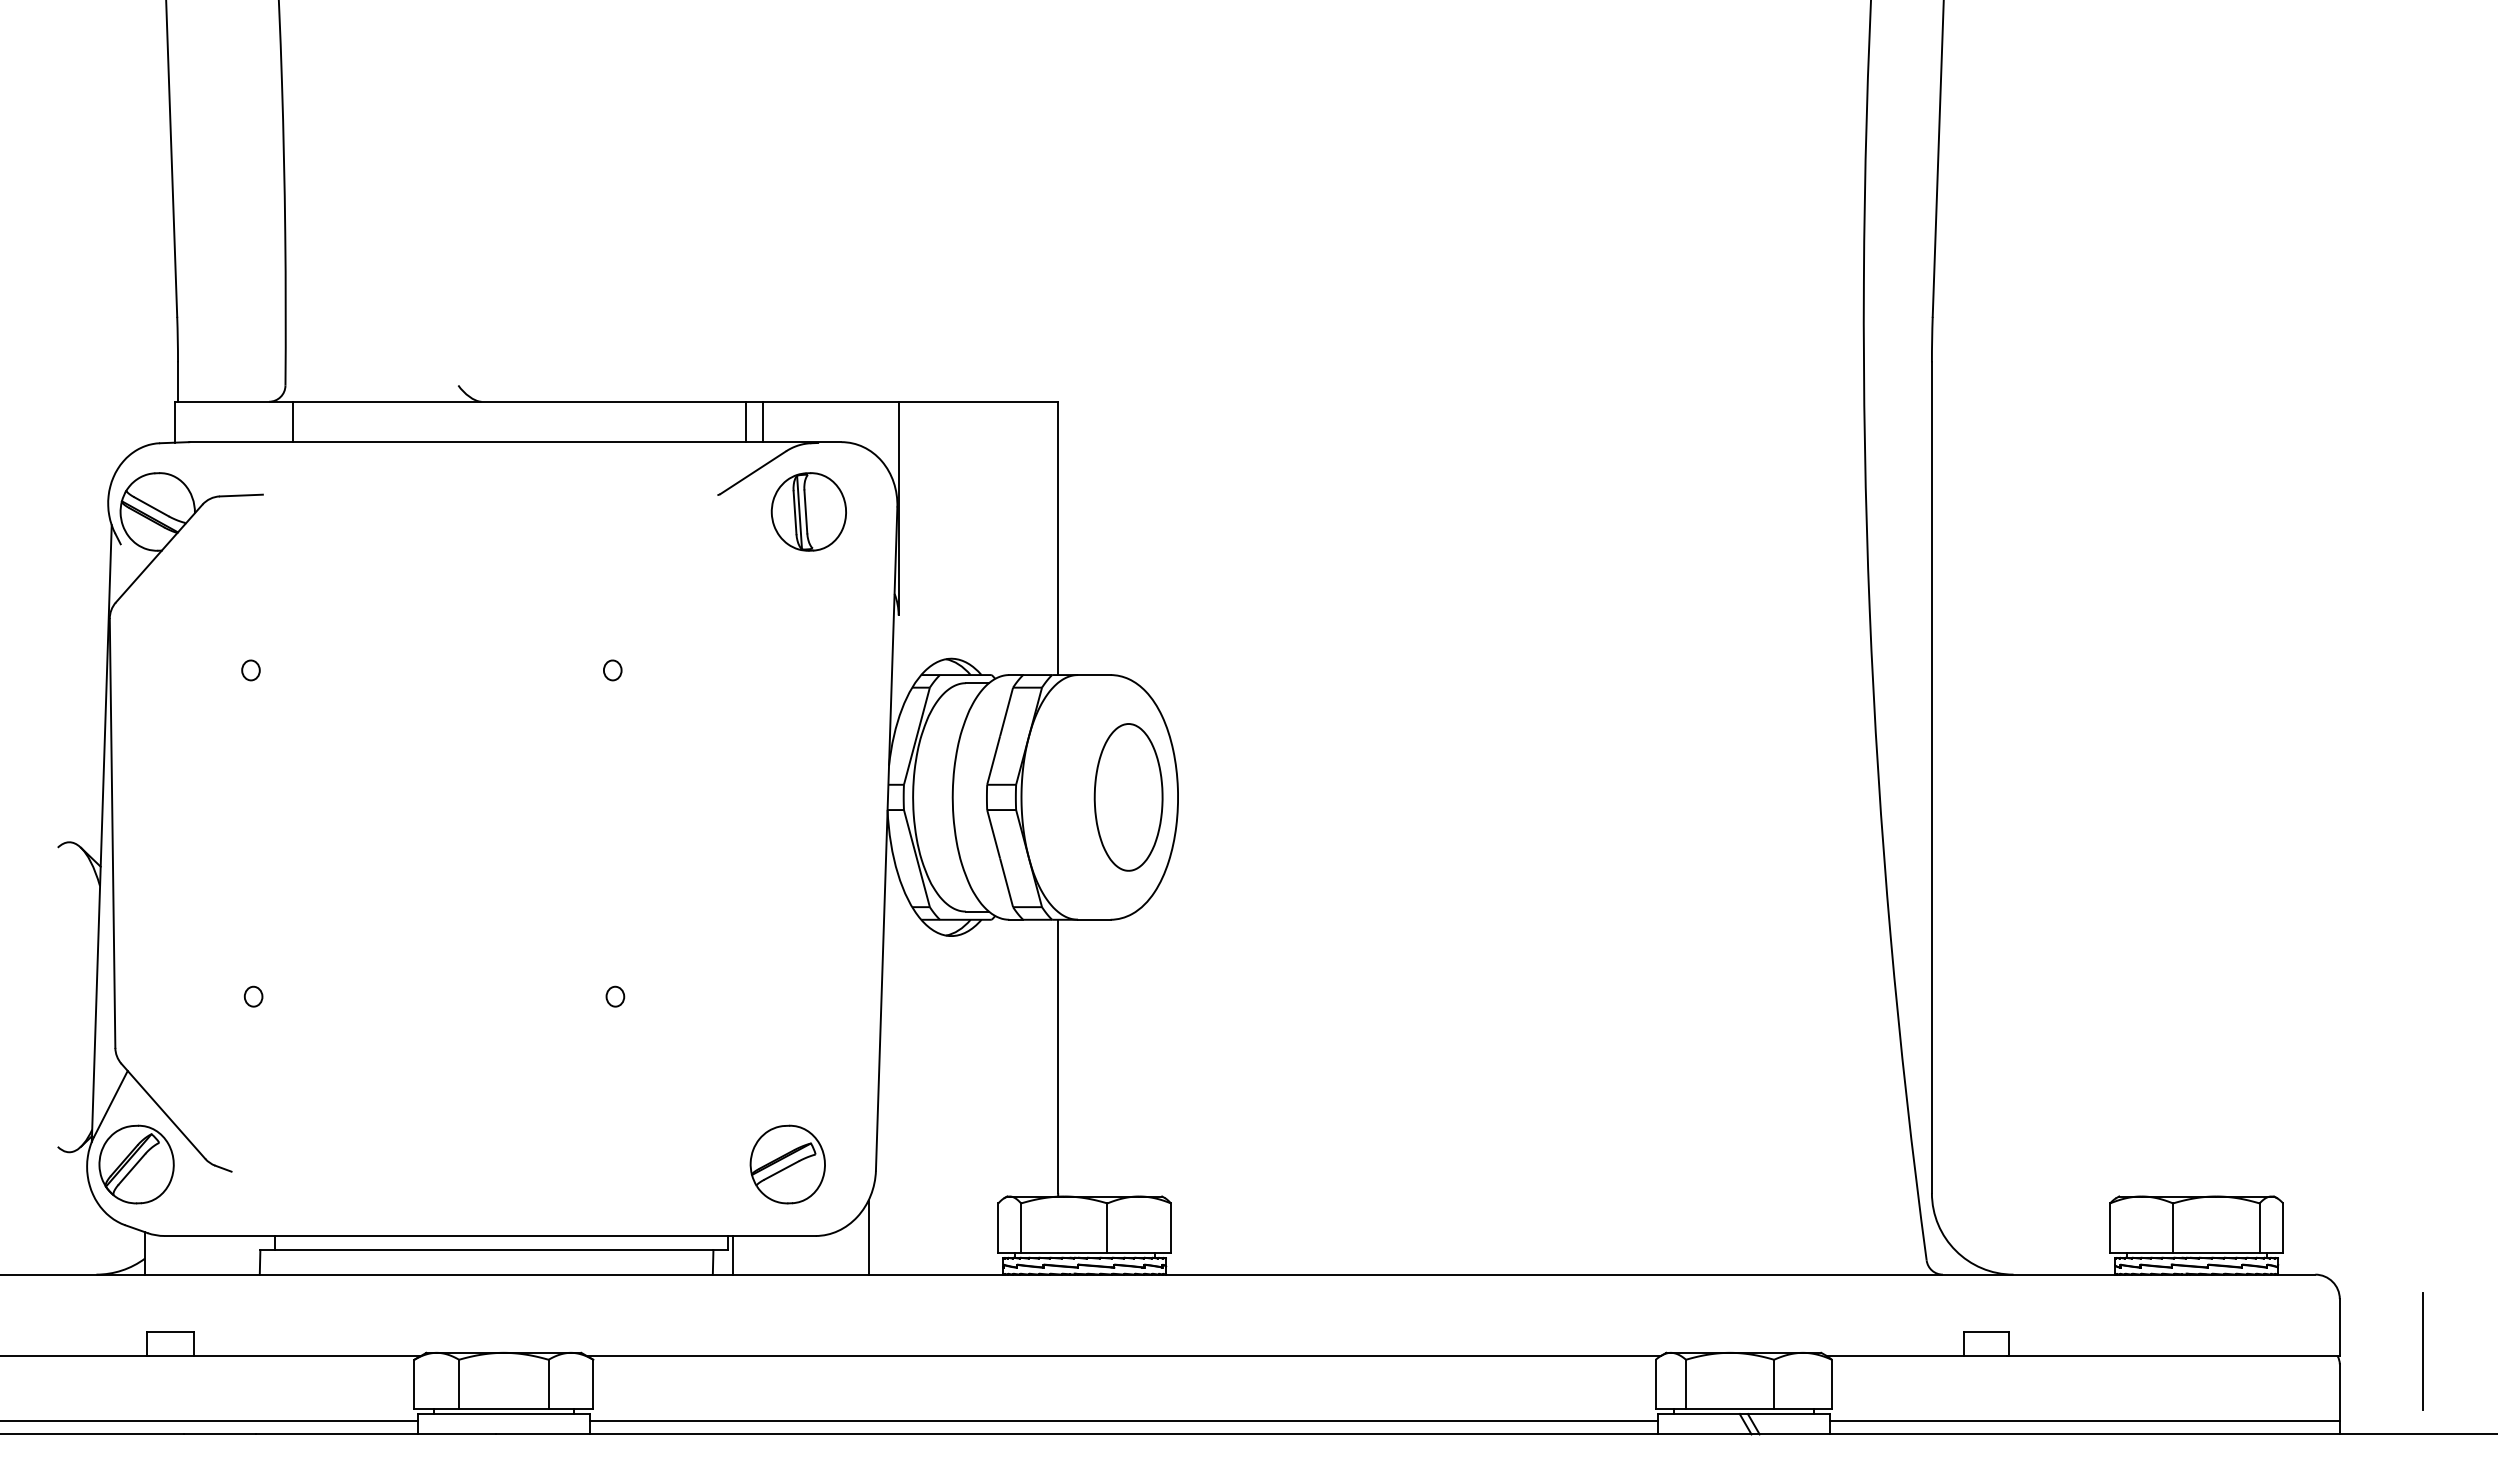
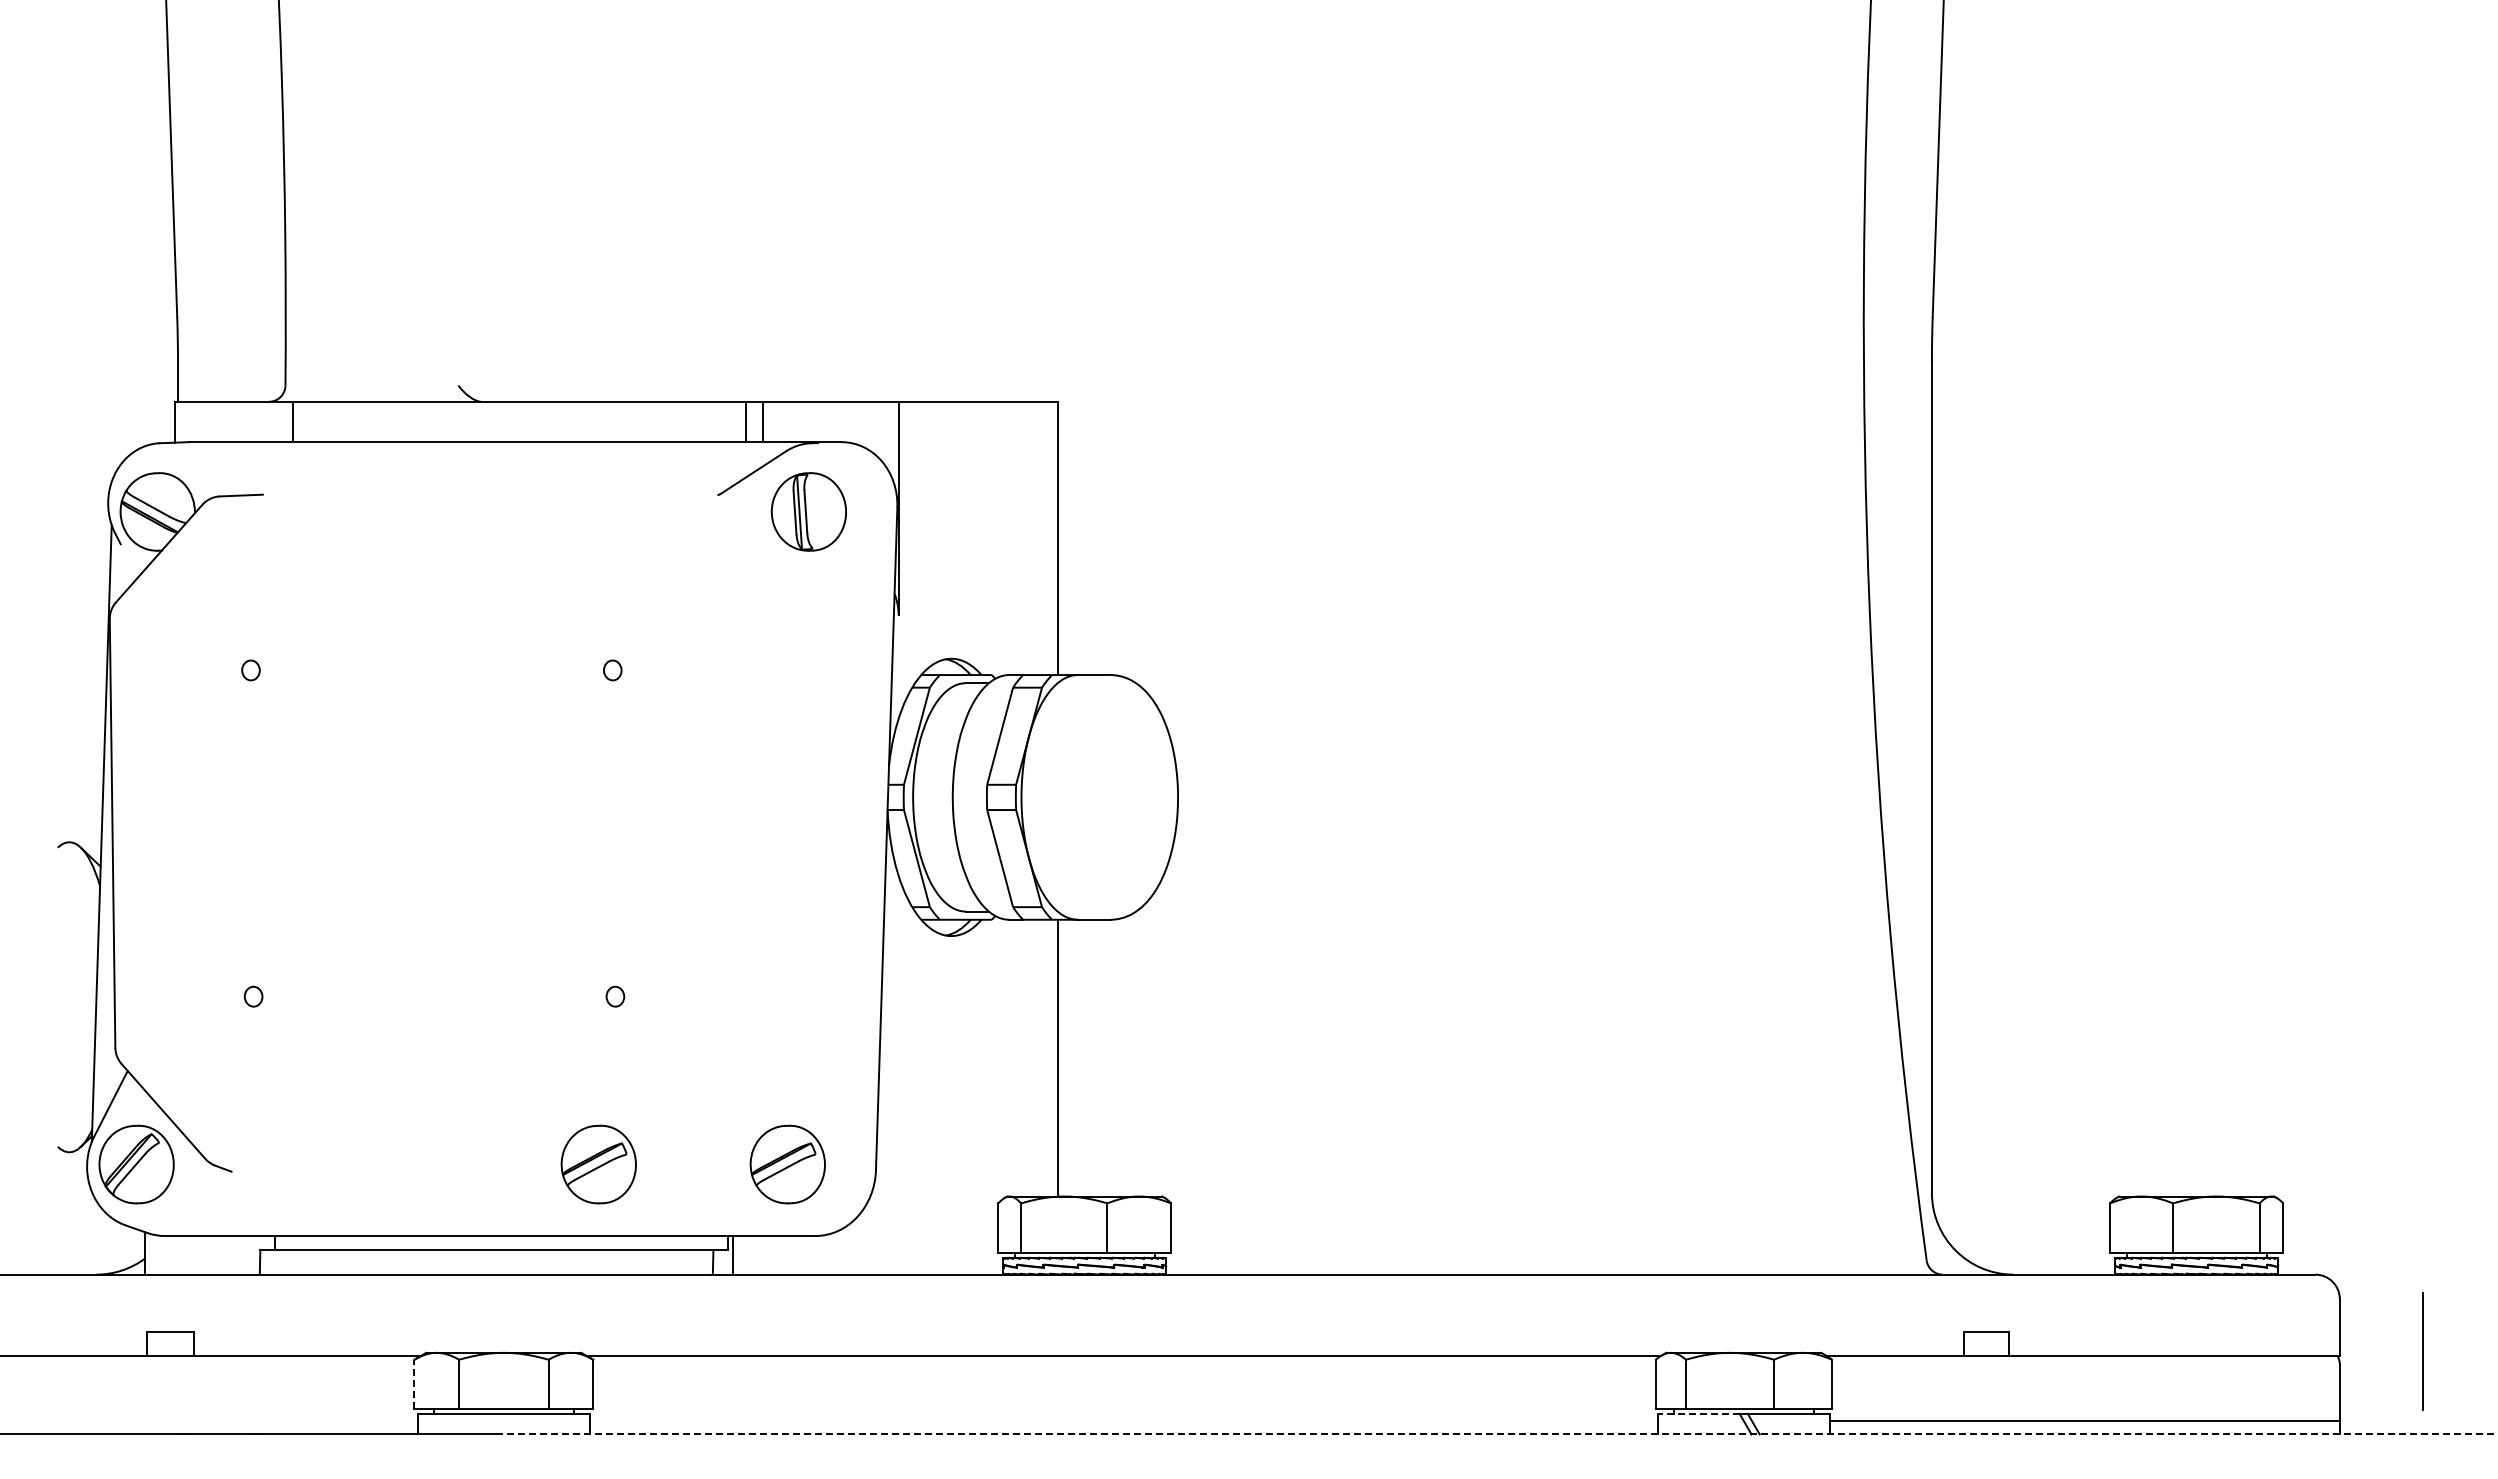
part at (1128, 797): present -> none
part at (598, 1164): none -> present
line at (868, 1237): present -> none
line at (414, 1384): solid -> dashed
line at (1698, 1414): solid -> dashed
line at (209, 1421): present -> none
line at (1123, 1421): present -> none
line at (1496, 1434): solid -> dashed
